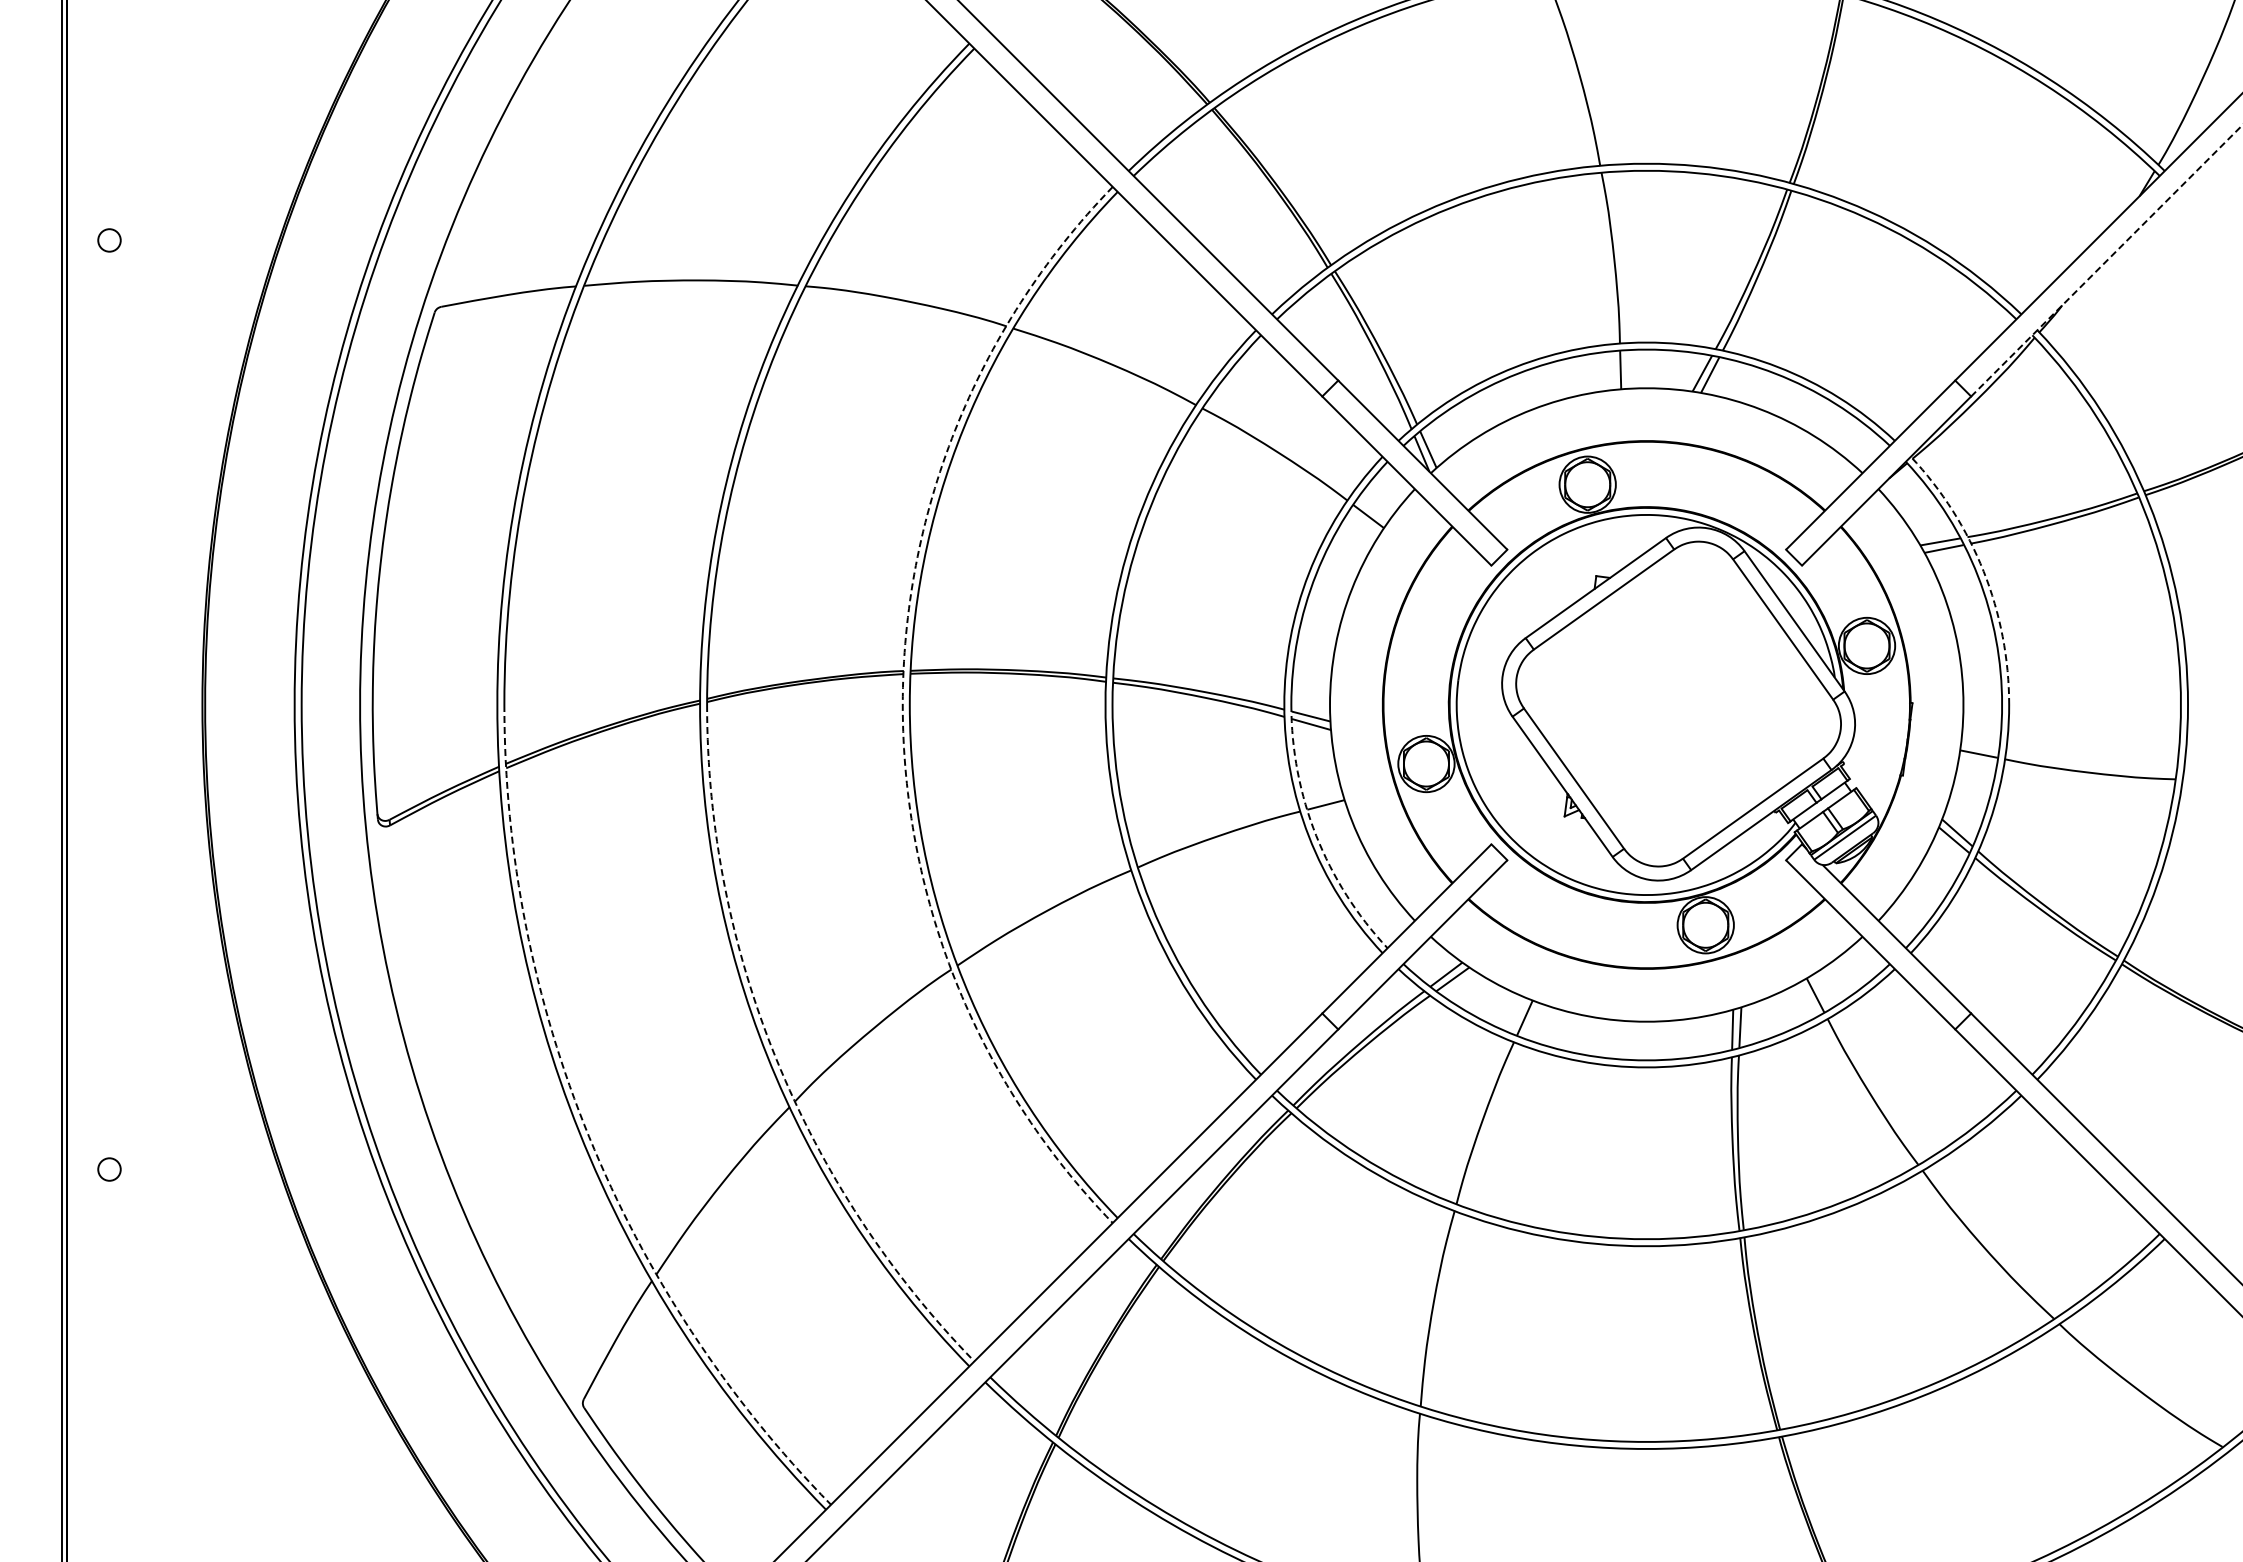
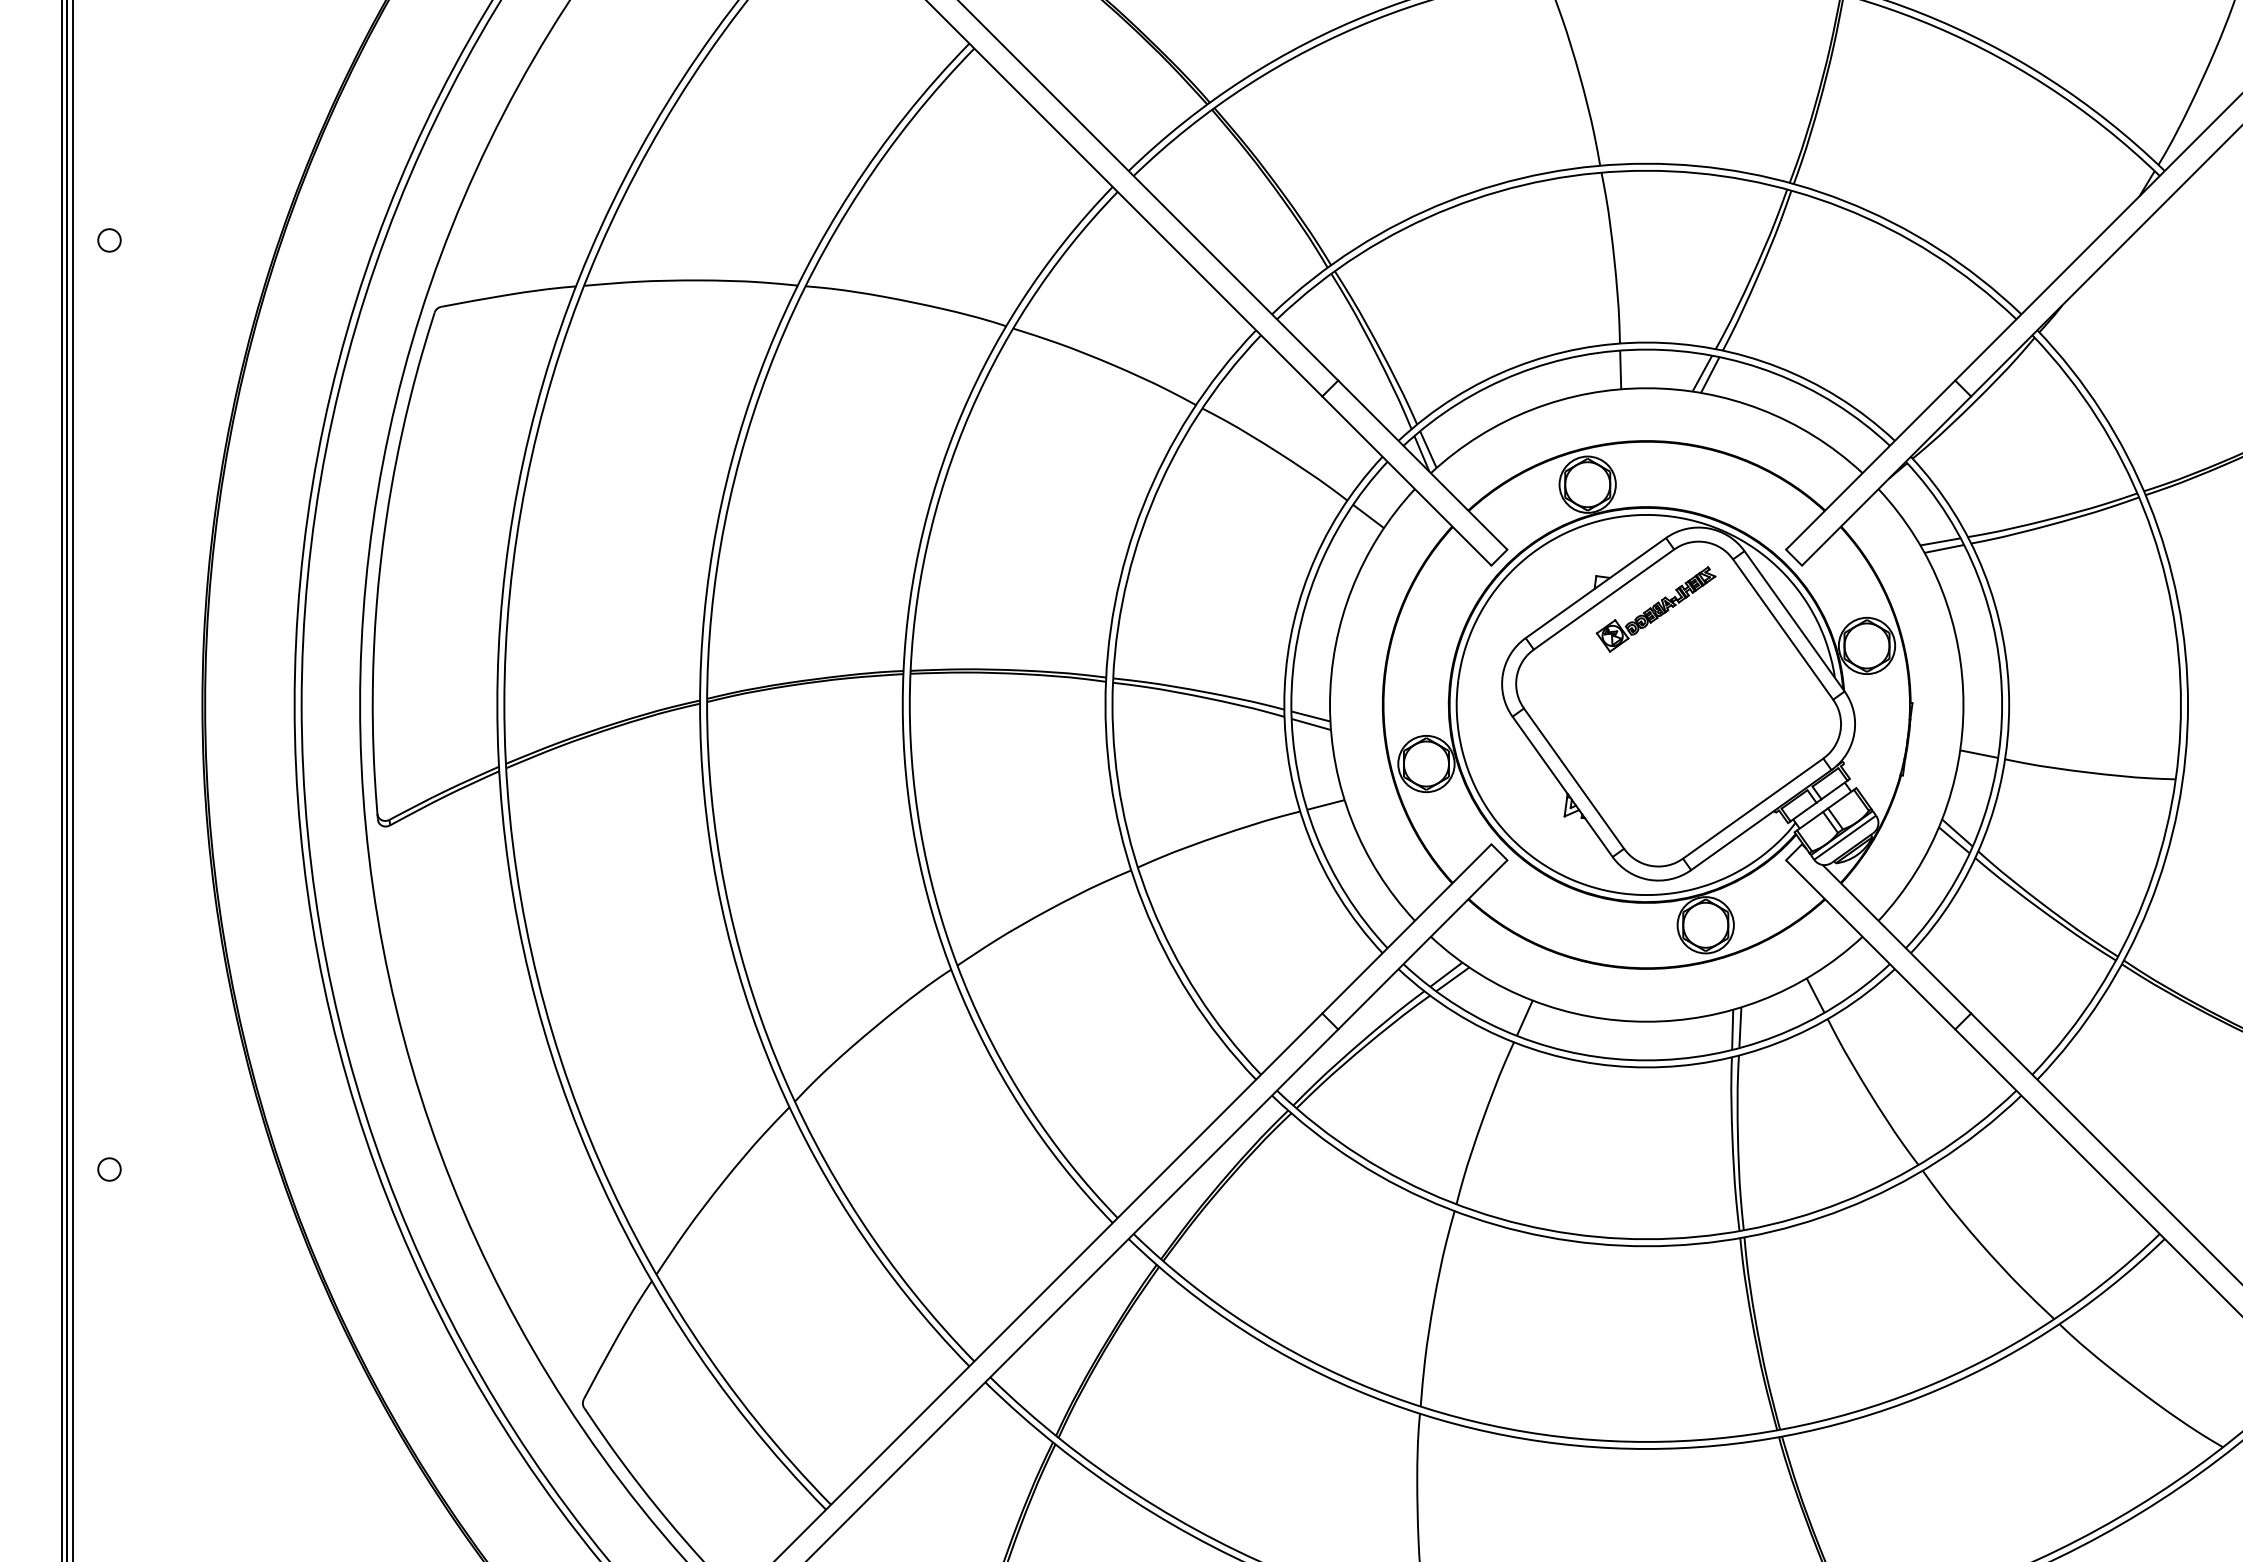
line at (2106, 260): dashed -> solid
arc at (1983, 571): dashed -> solid
part at (1655, 609): none -> present
arc at (902, 705): dashed -> solid
line at (72, 780): none -> present
arc at (1316, 835): dashed -> solid
arc at (776, 1059): dashed -> solid
arc at (589, 1136): dashed -> solid
